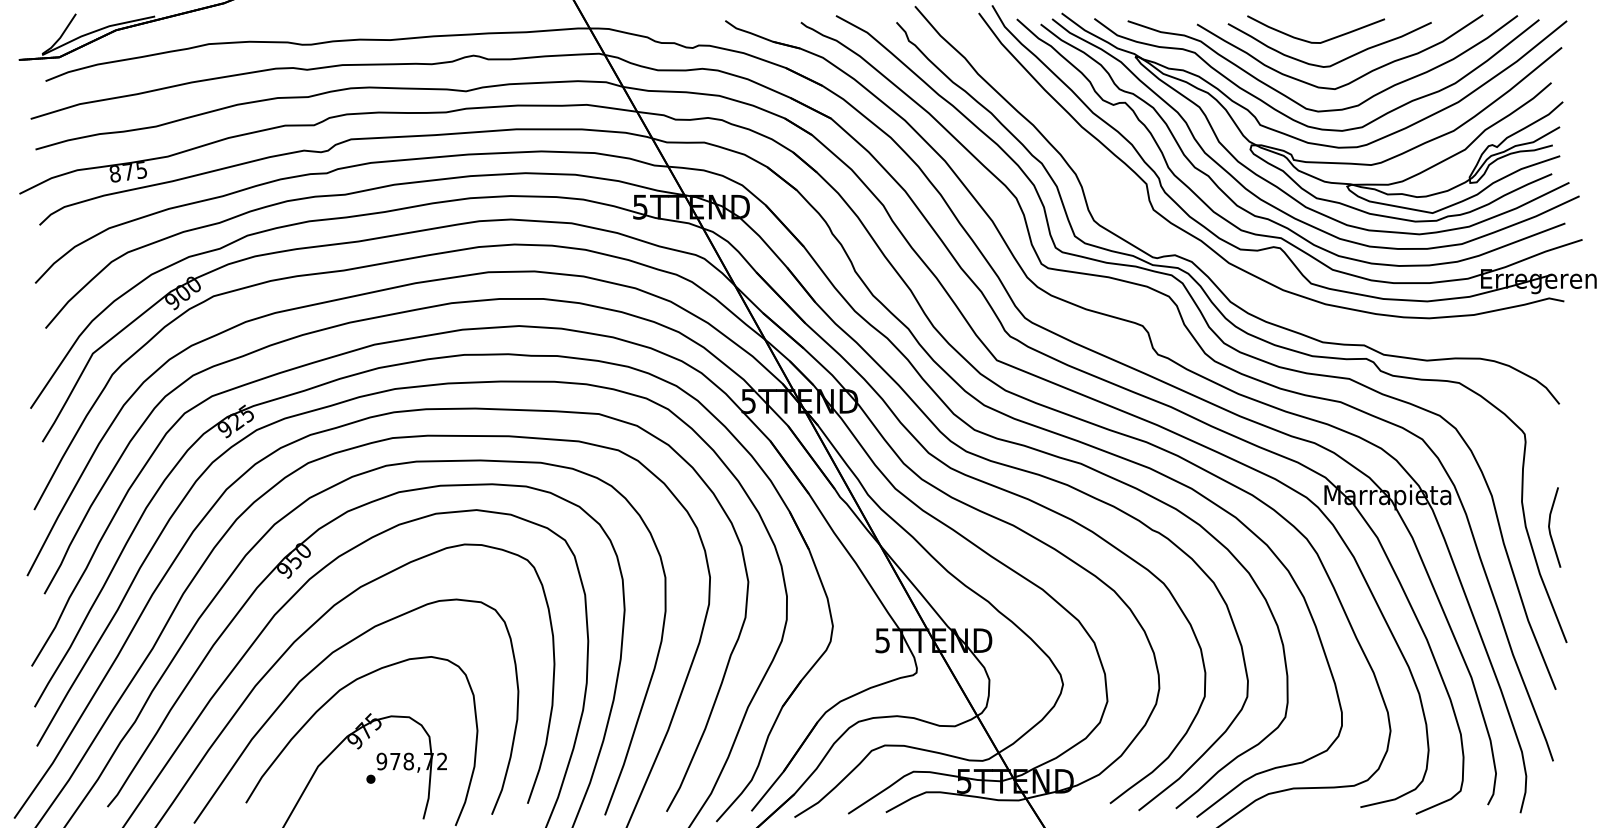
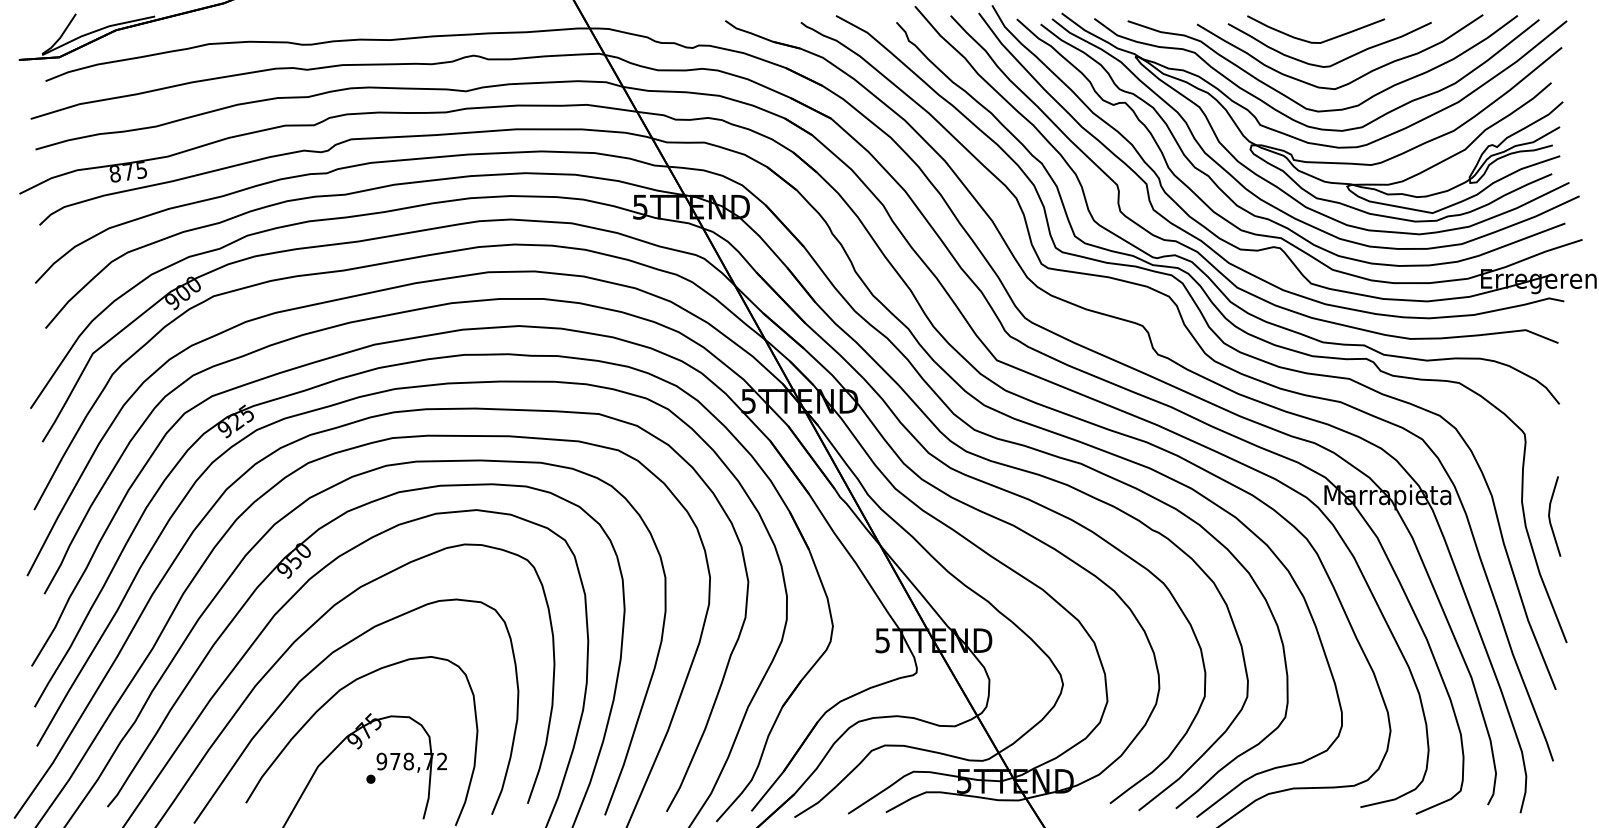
curve at (1198, 251): none -> present
line at (1550, 528) position: (1550, 528) -> (1550, 517)
